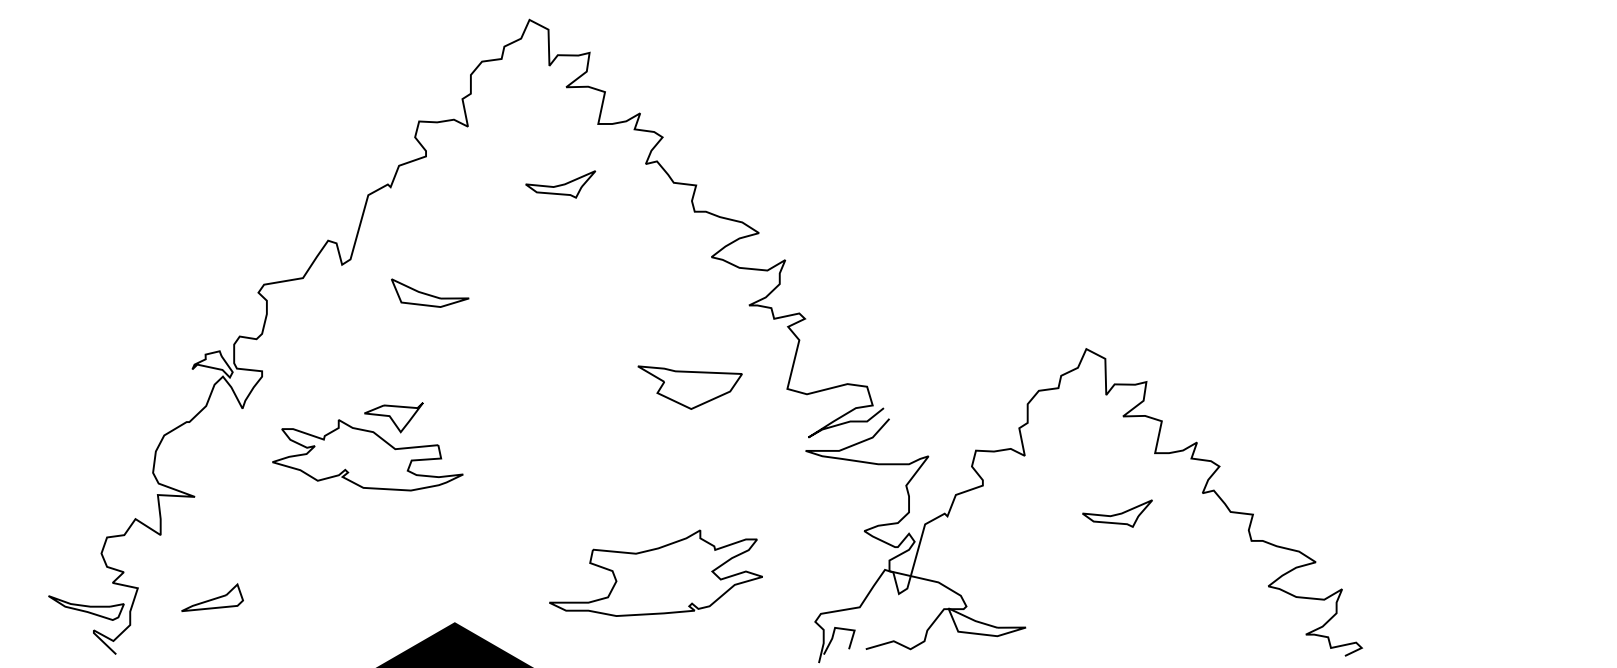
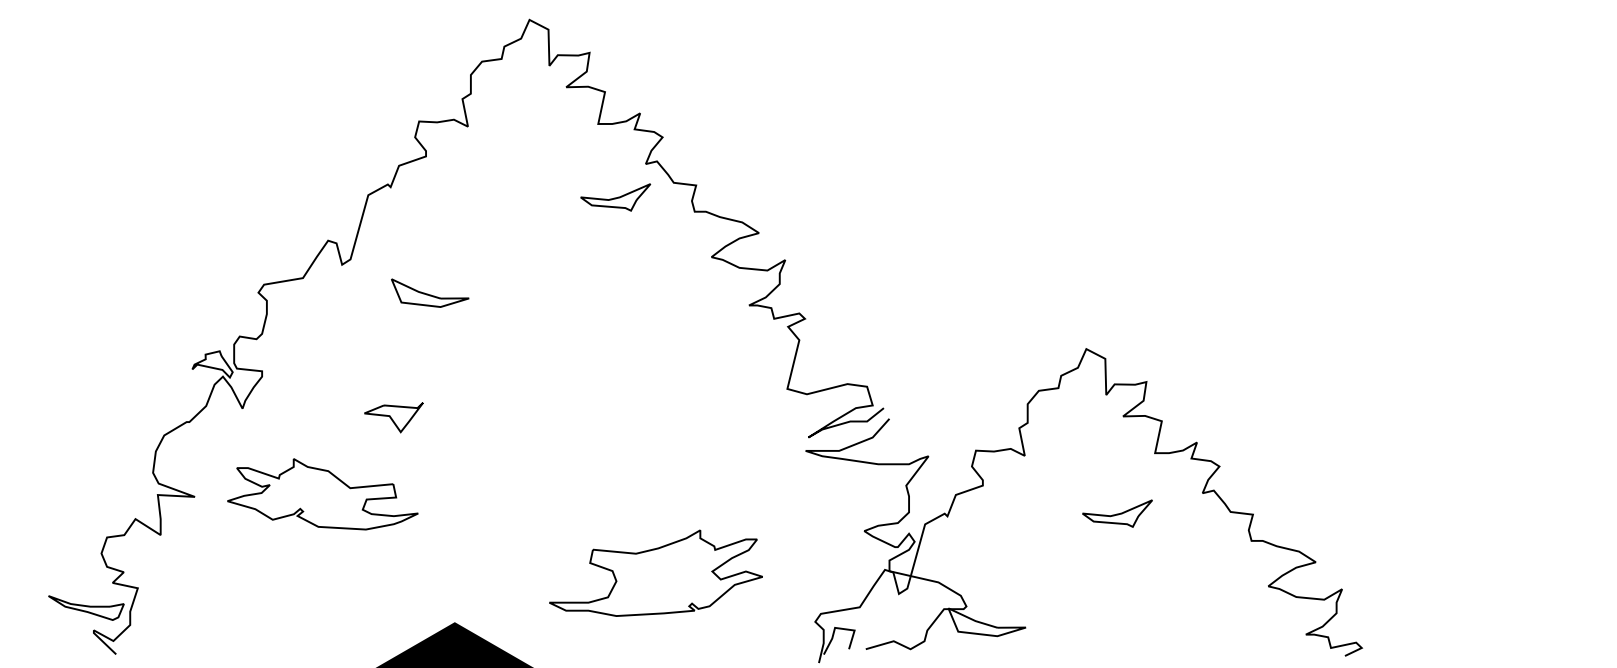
part at (560, 184) position: (560, 184) -> (615, 197)
part at (689, 387): present -> none
part at (367, 455) position: (367, 455) -> (322, 494)
part at (212, 597): present -> none
